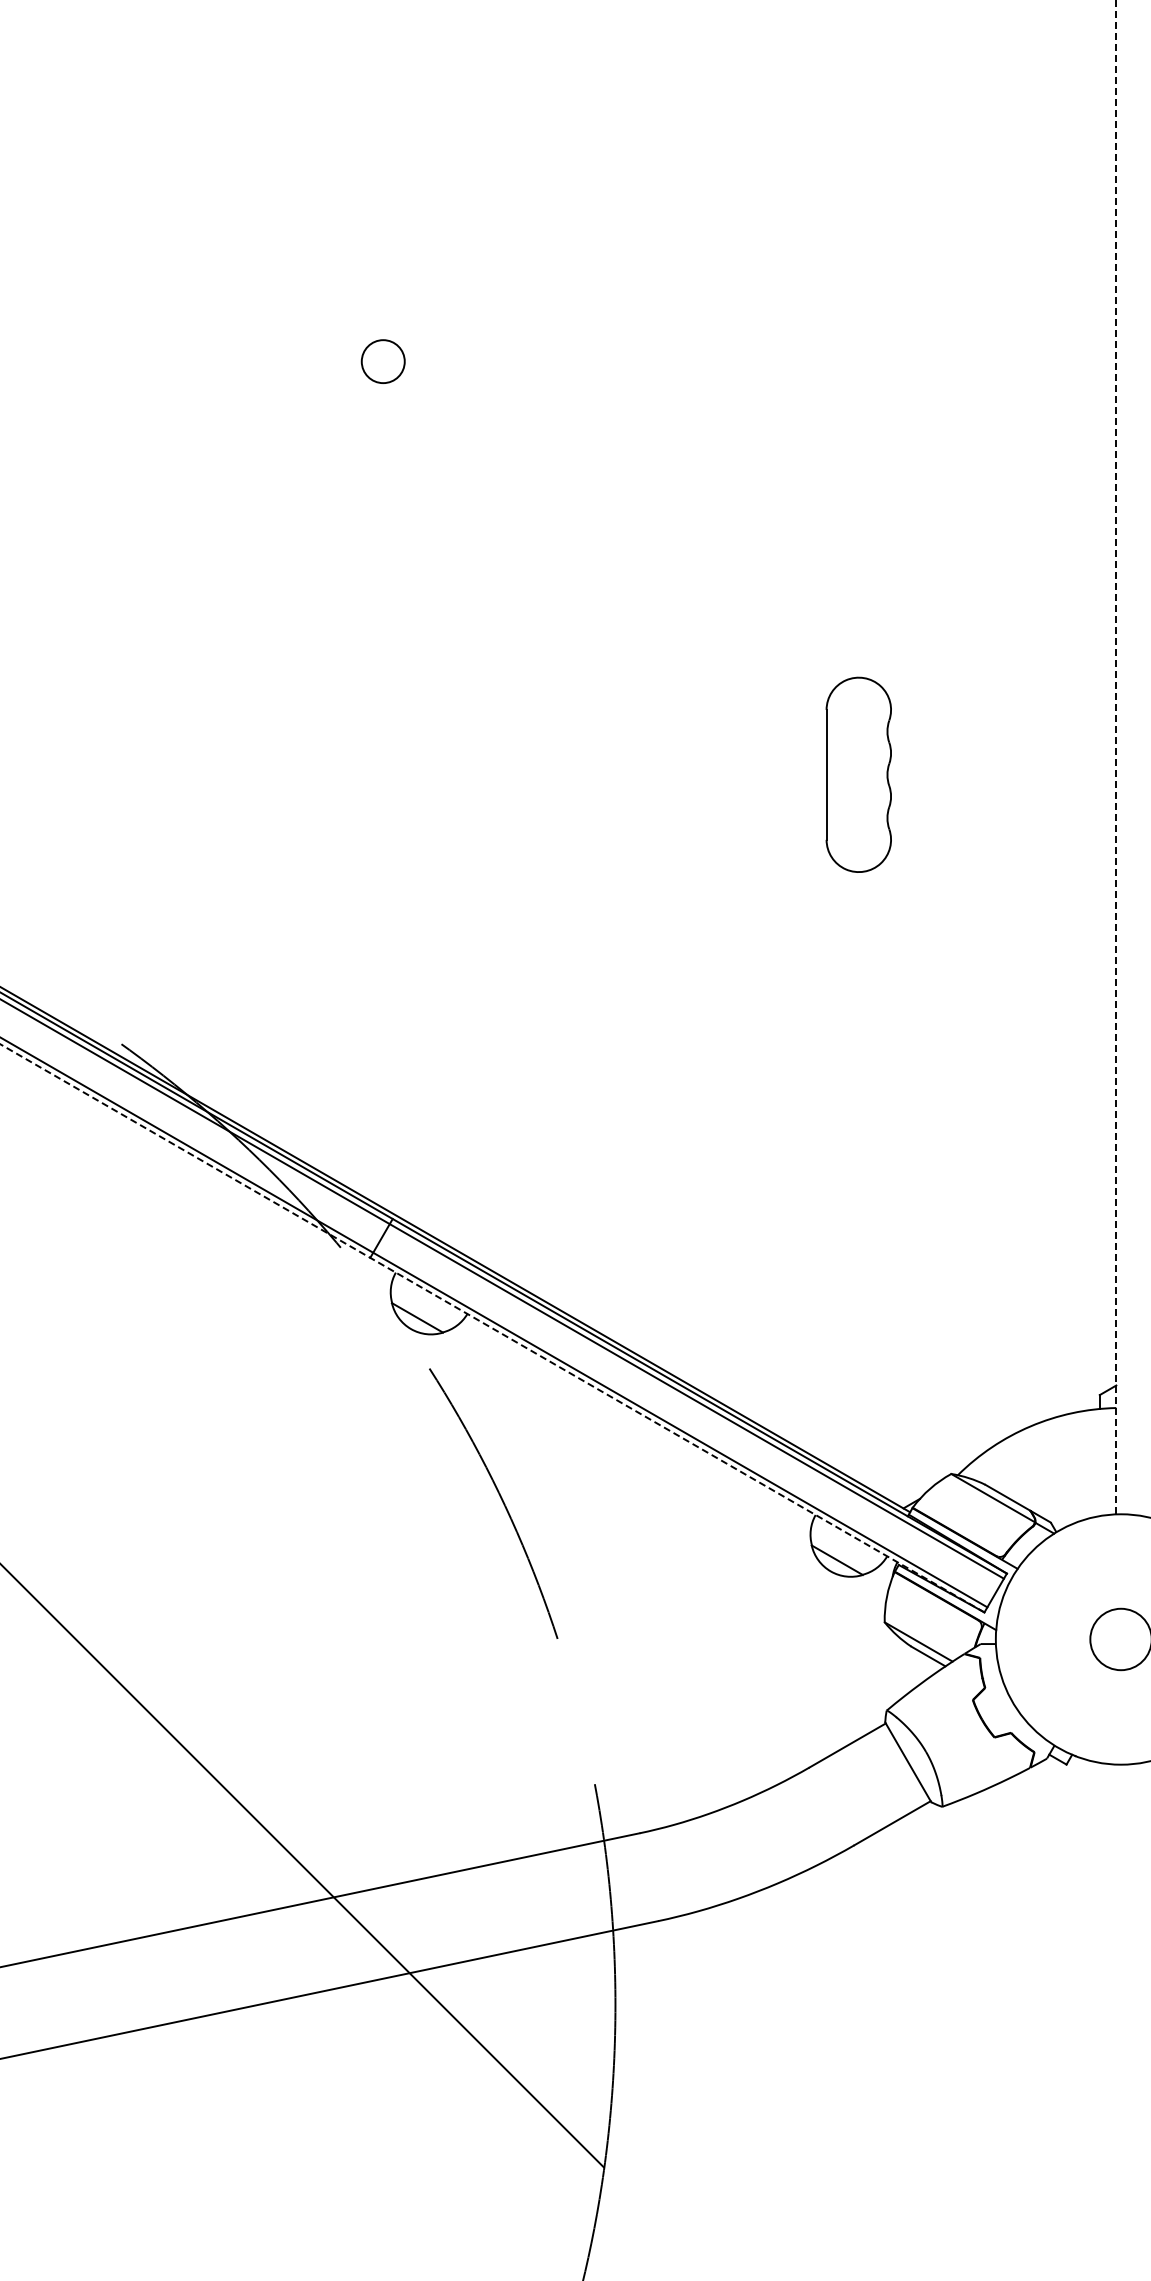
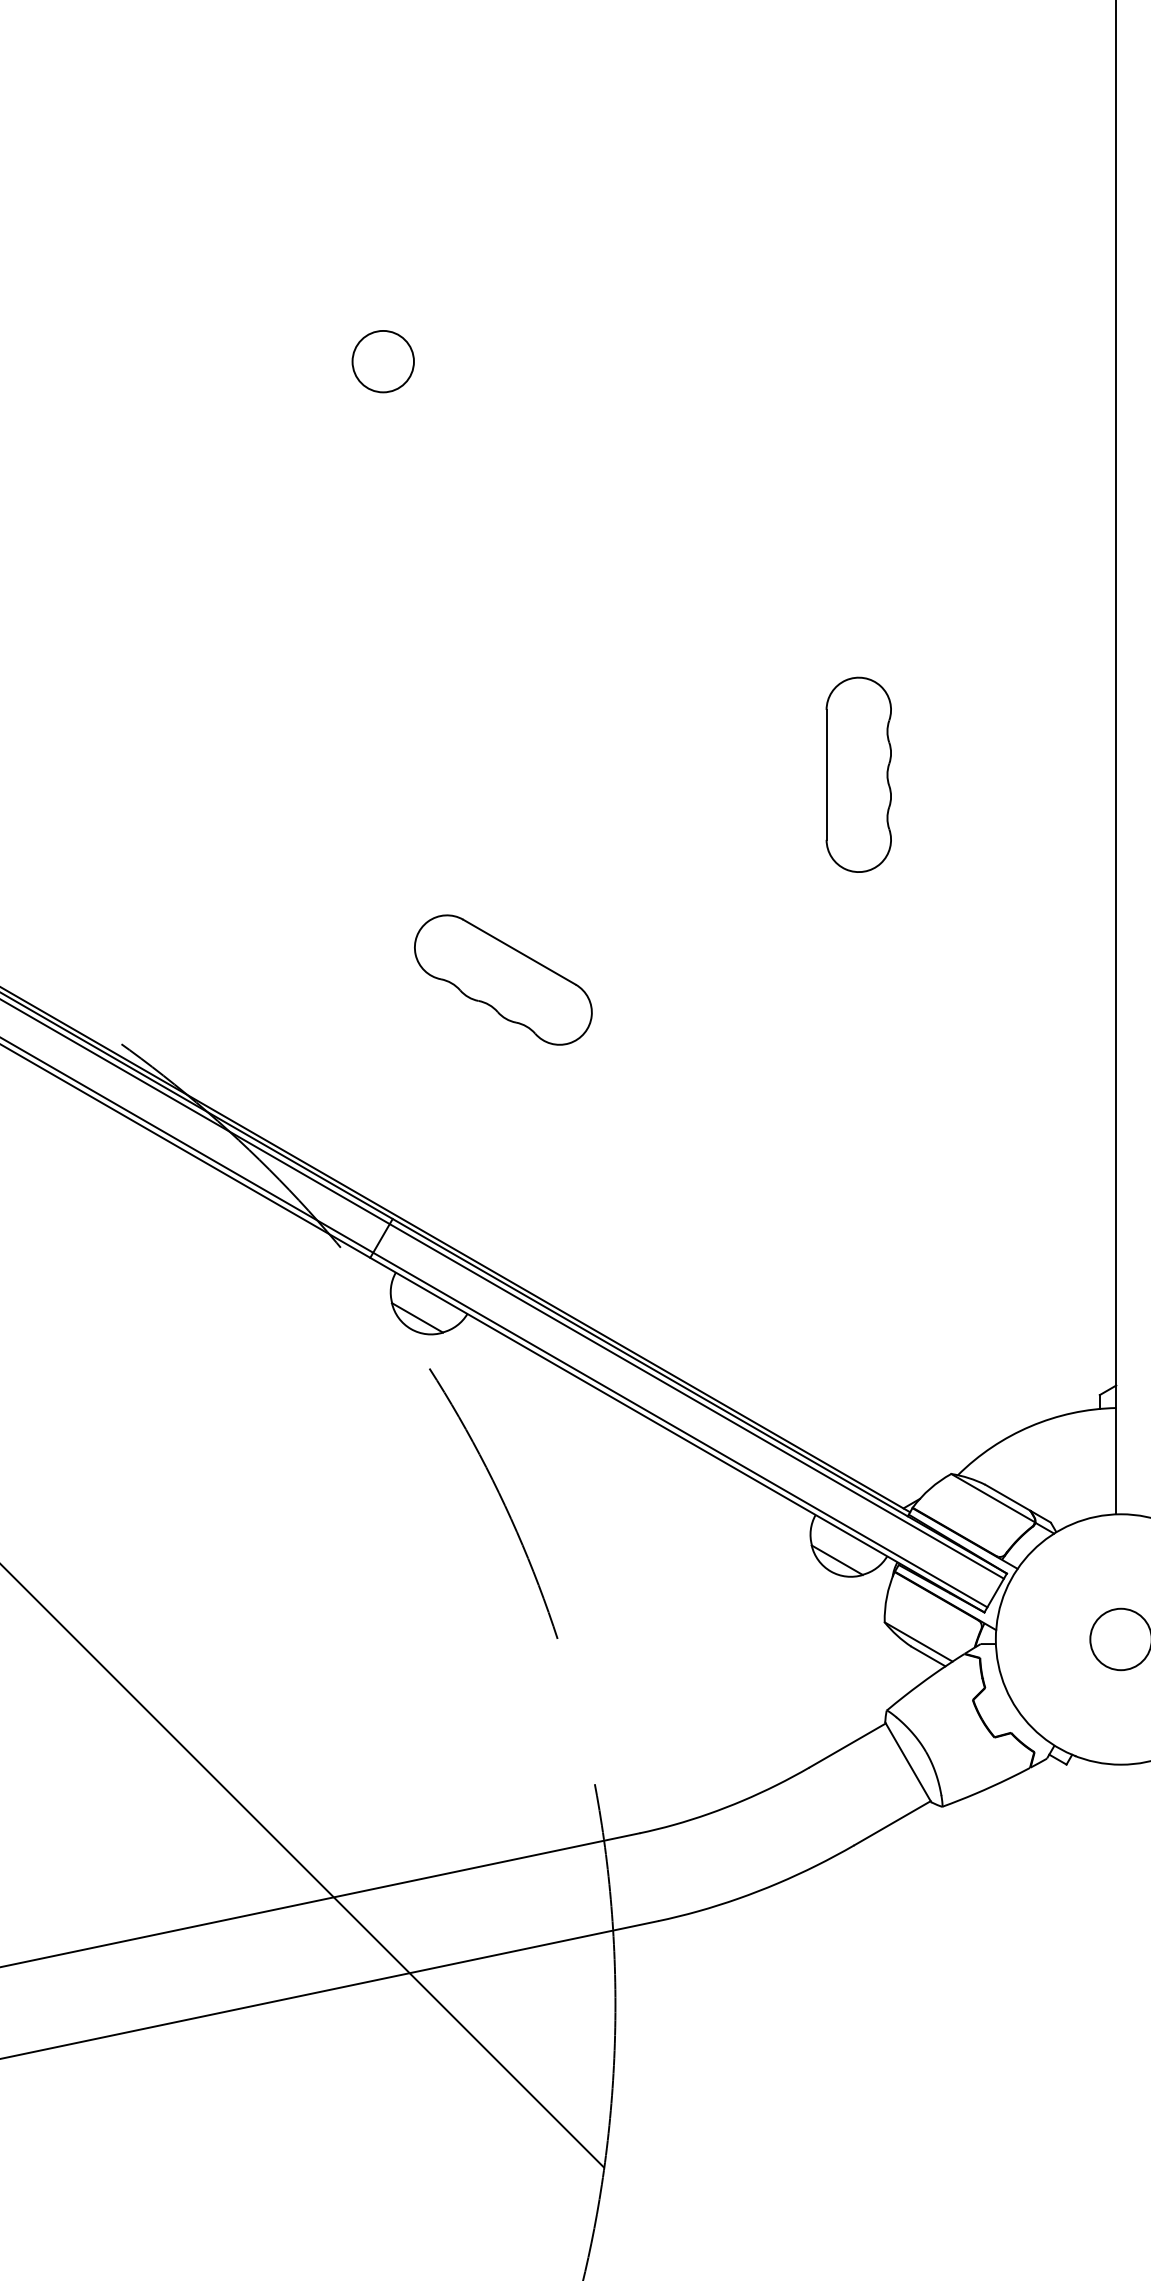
circle at (382, 361) diameter: 43 px -> 61 px
line at (1116, 757): dashed -> solid
part at (503, 979): none -> present
line at (491, 1328): dashed -> solid
